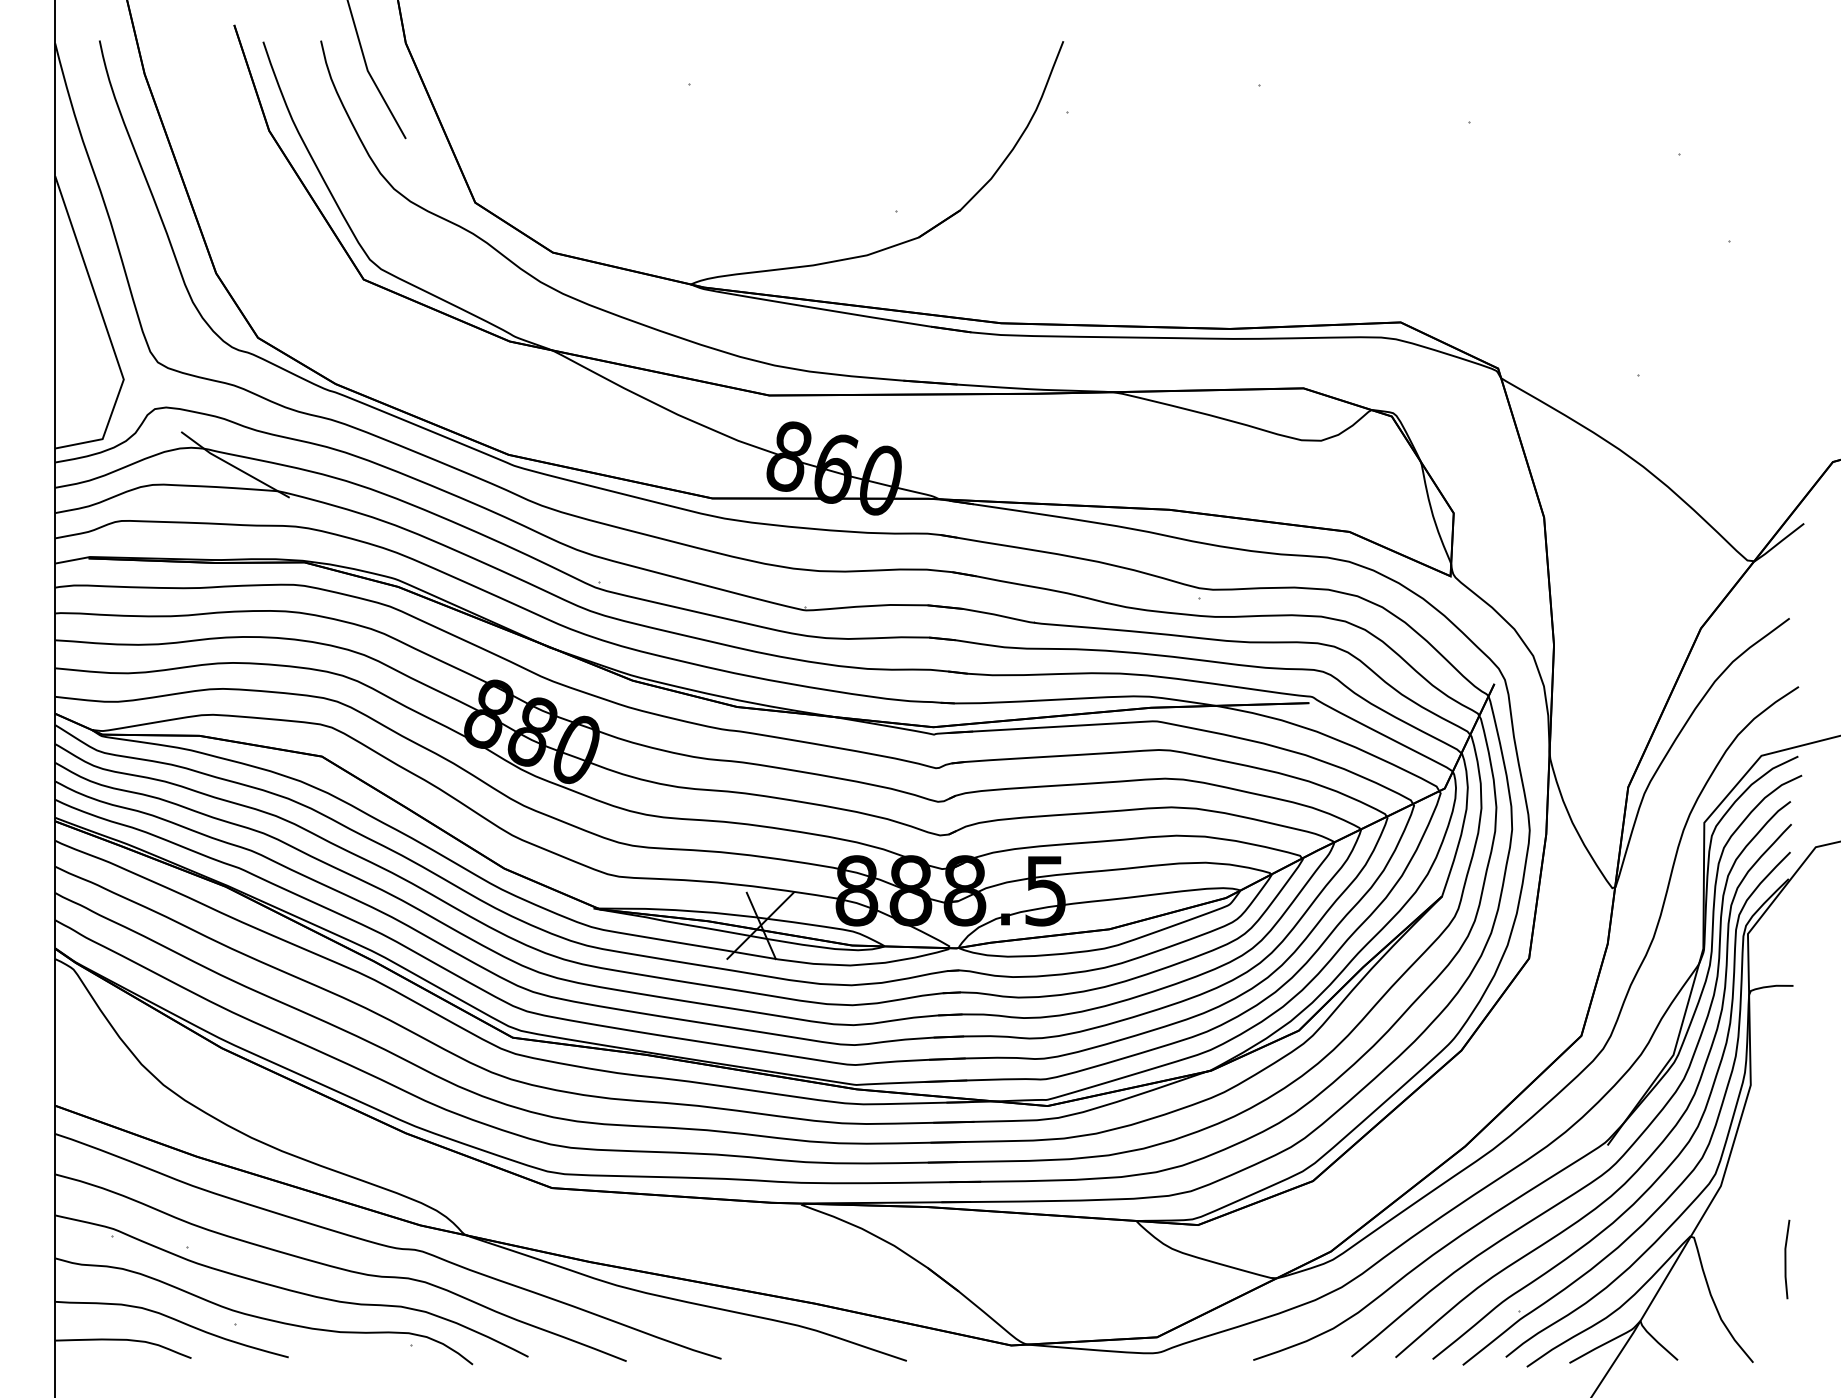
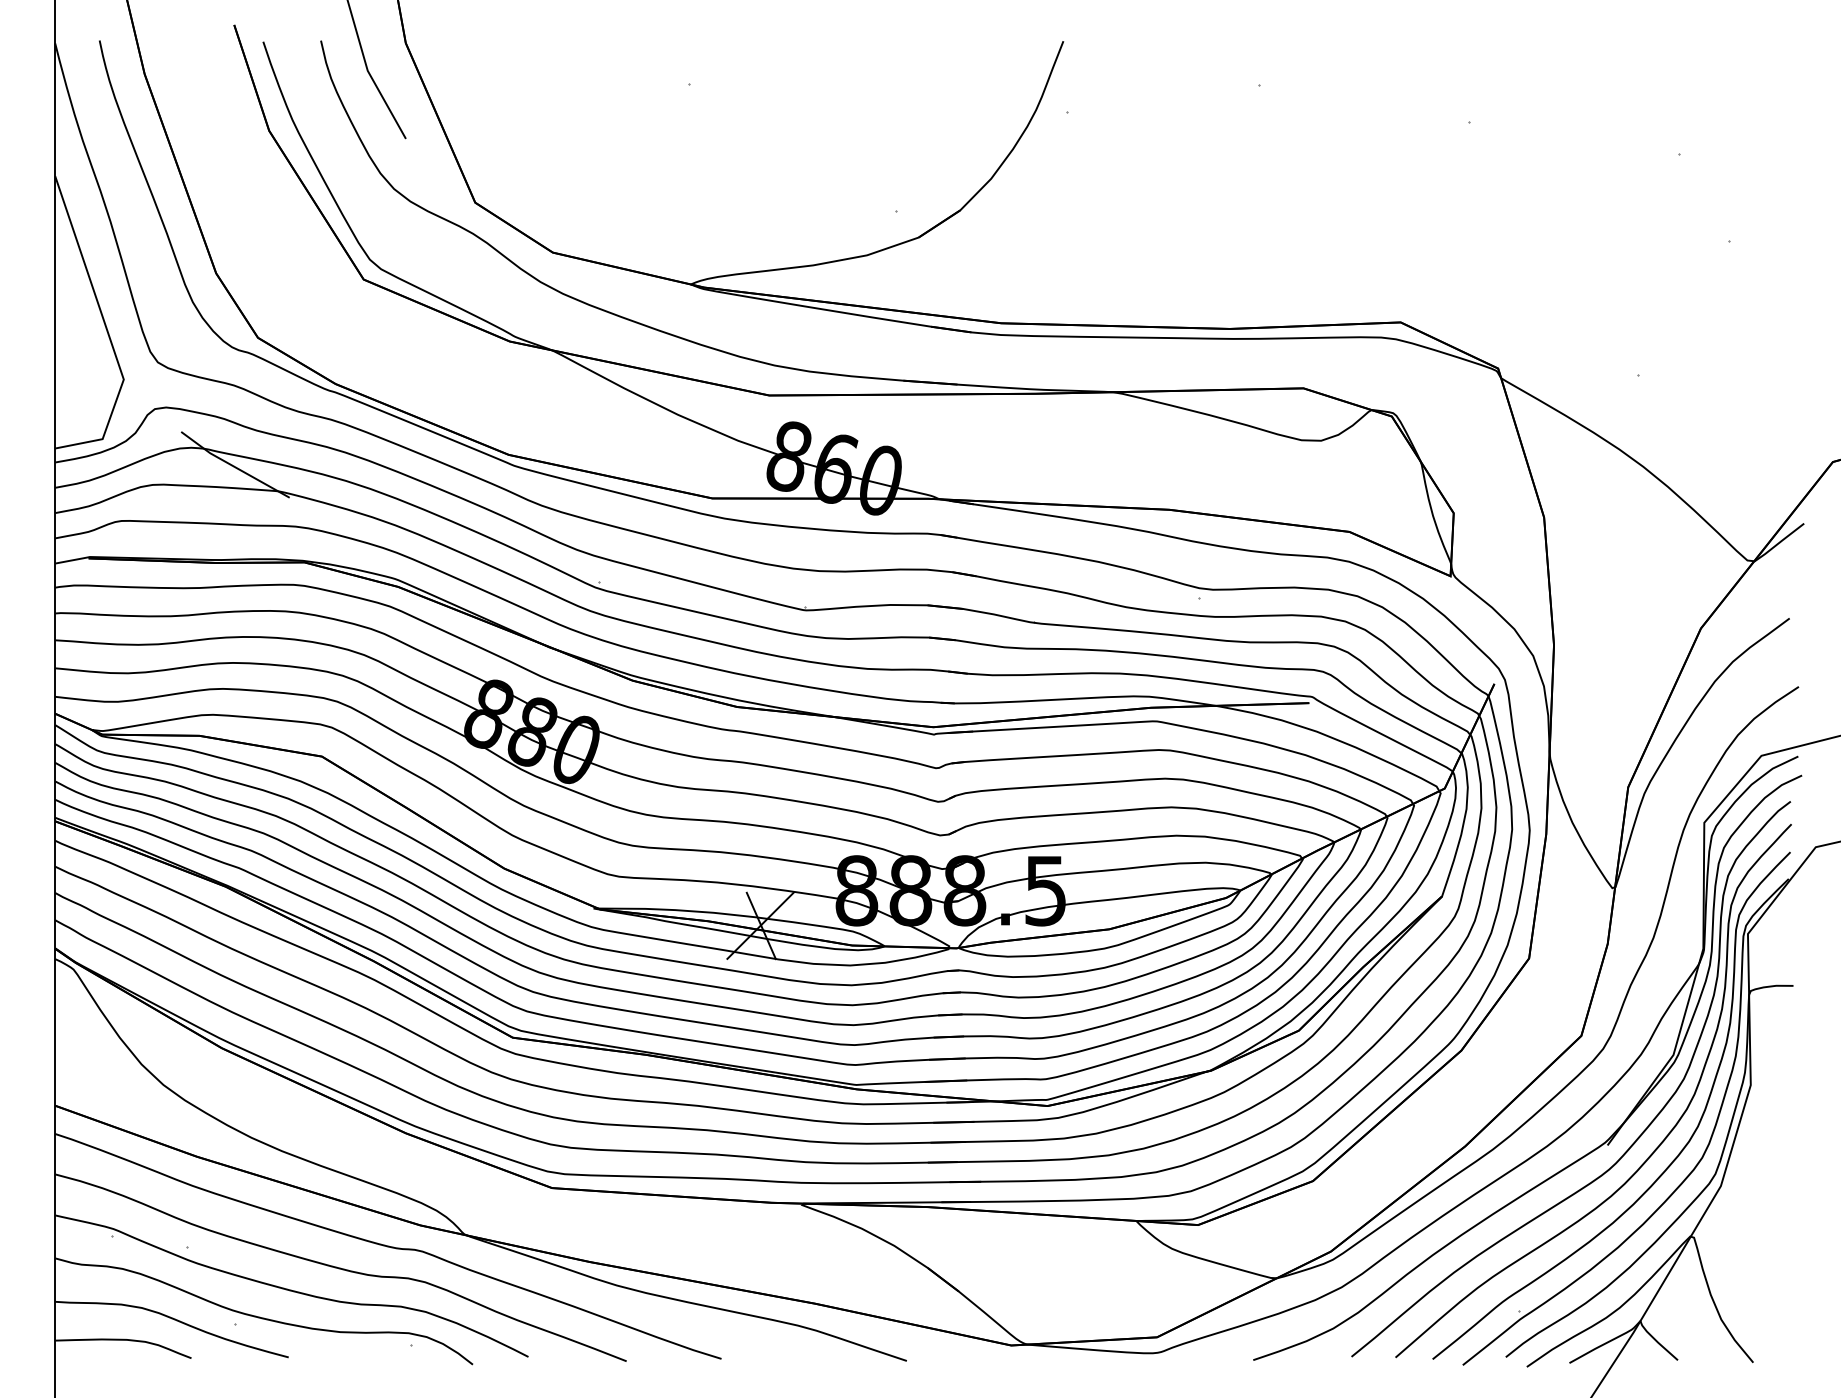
line at (1786, 1259): present -> none
